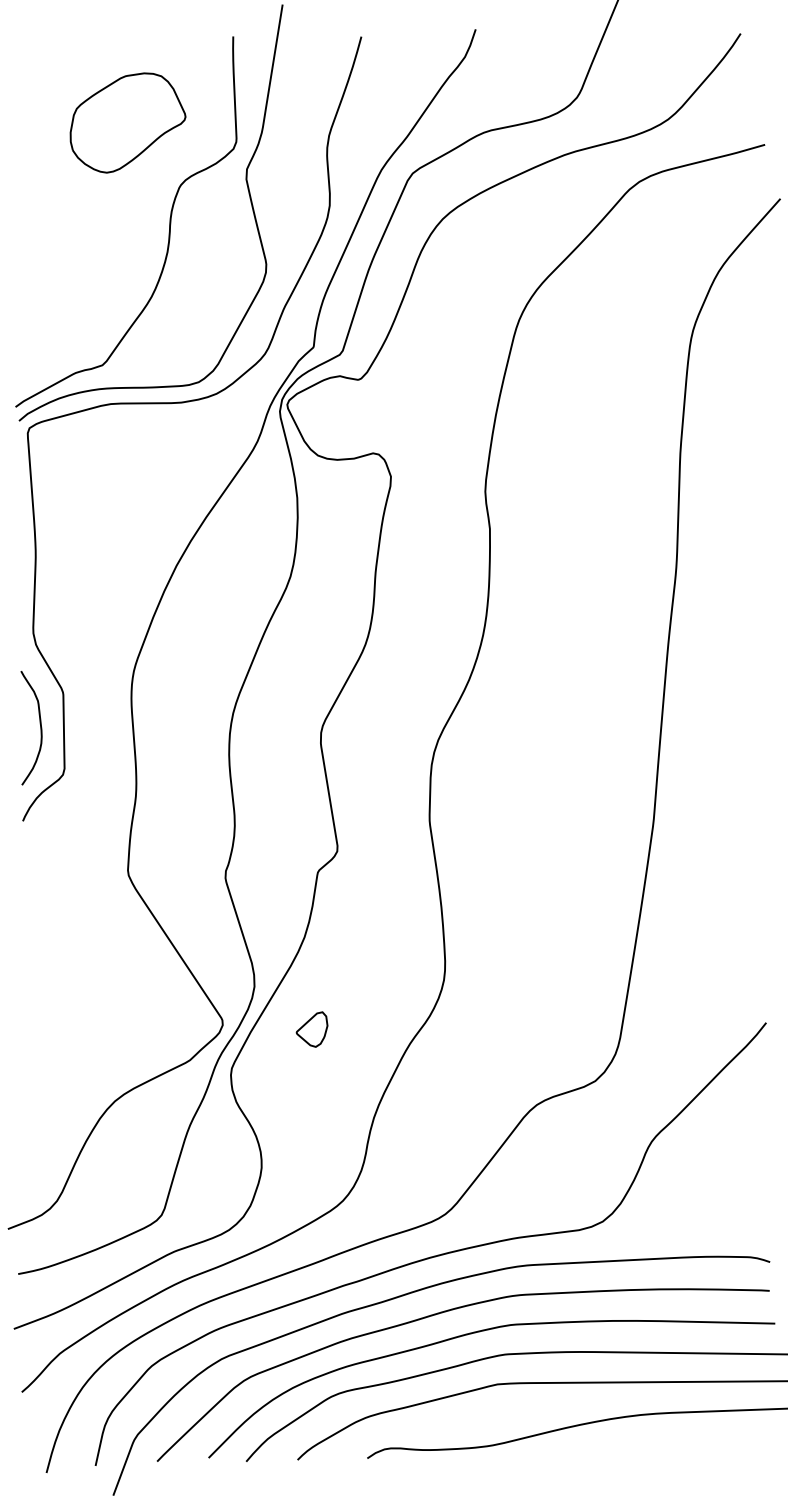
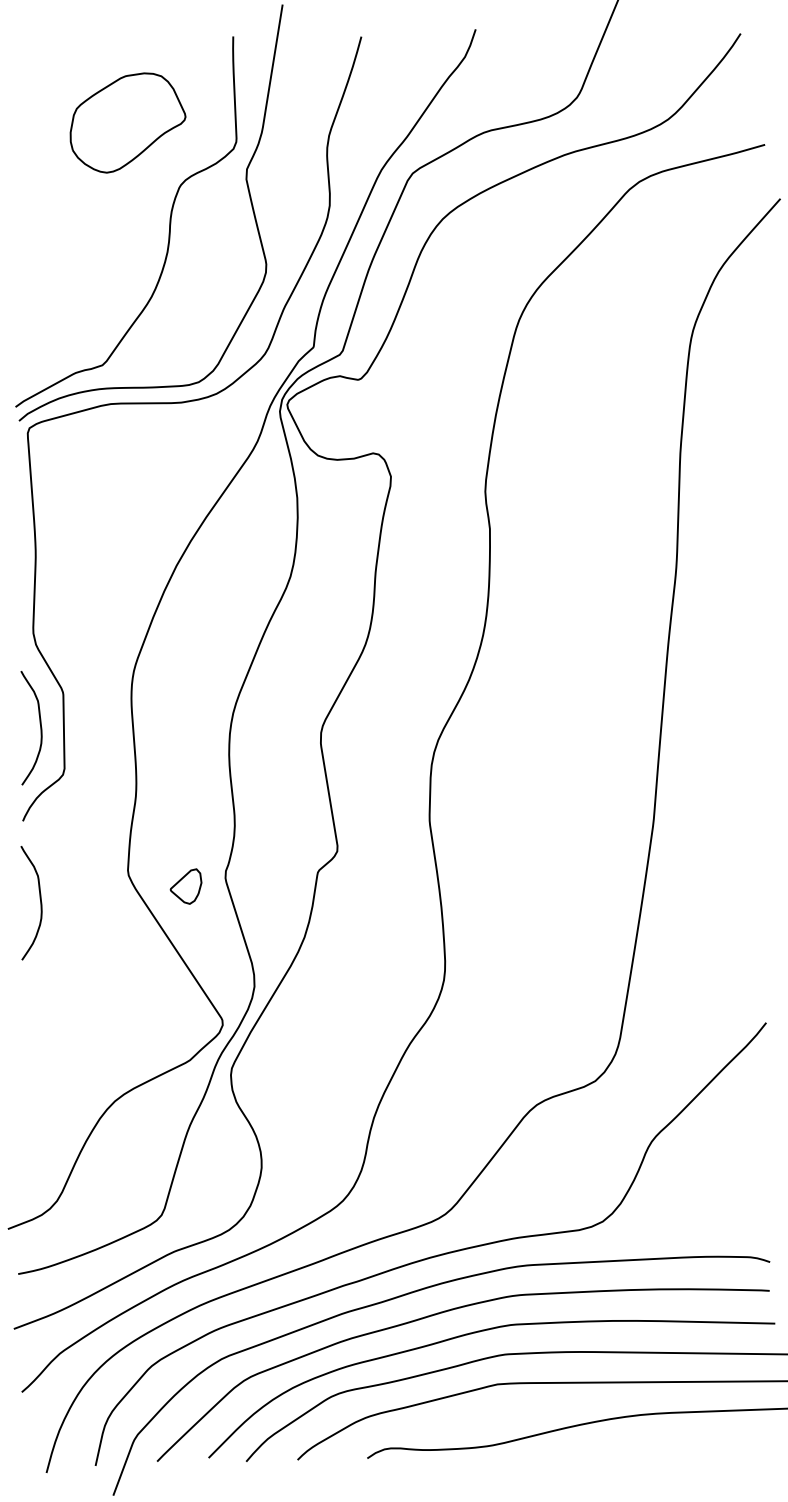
curve at (40, 903): none -> present
part at (311, 1029) position: (311, 1029) -> (185, 886)
